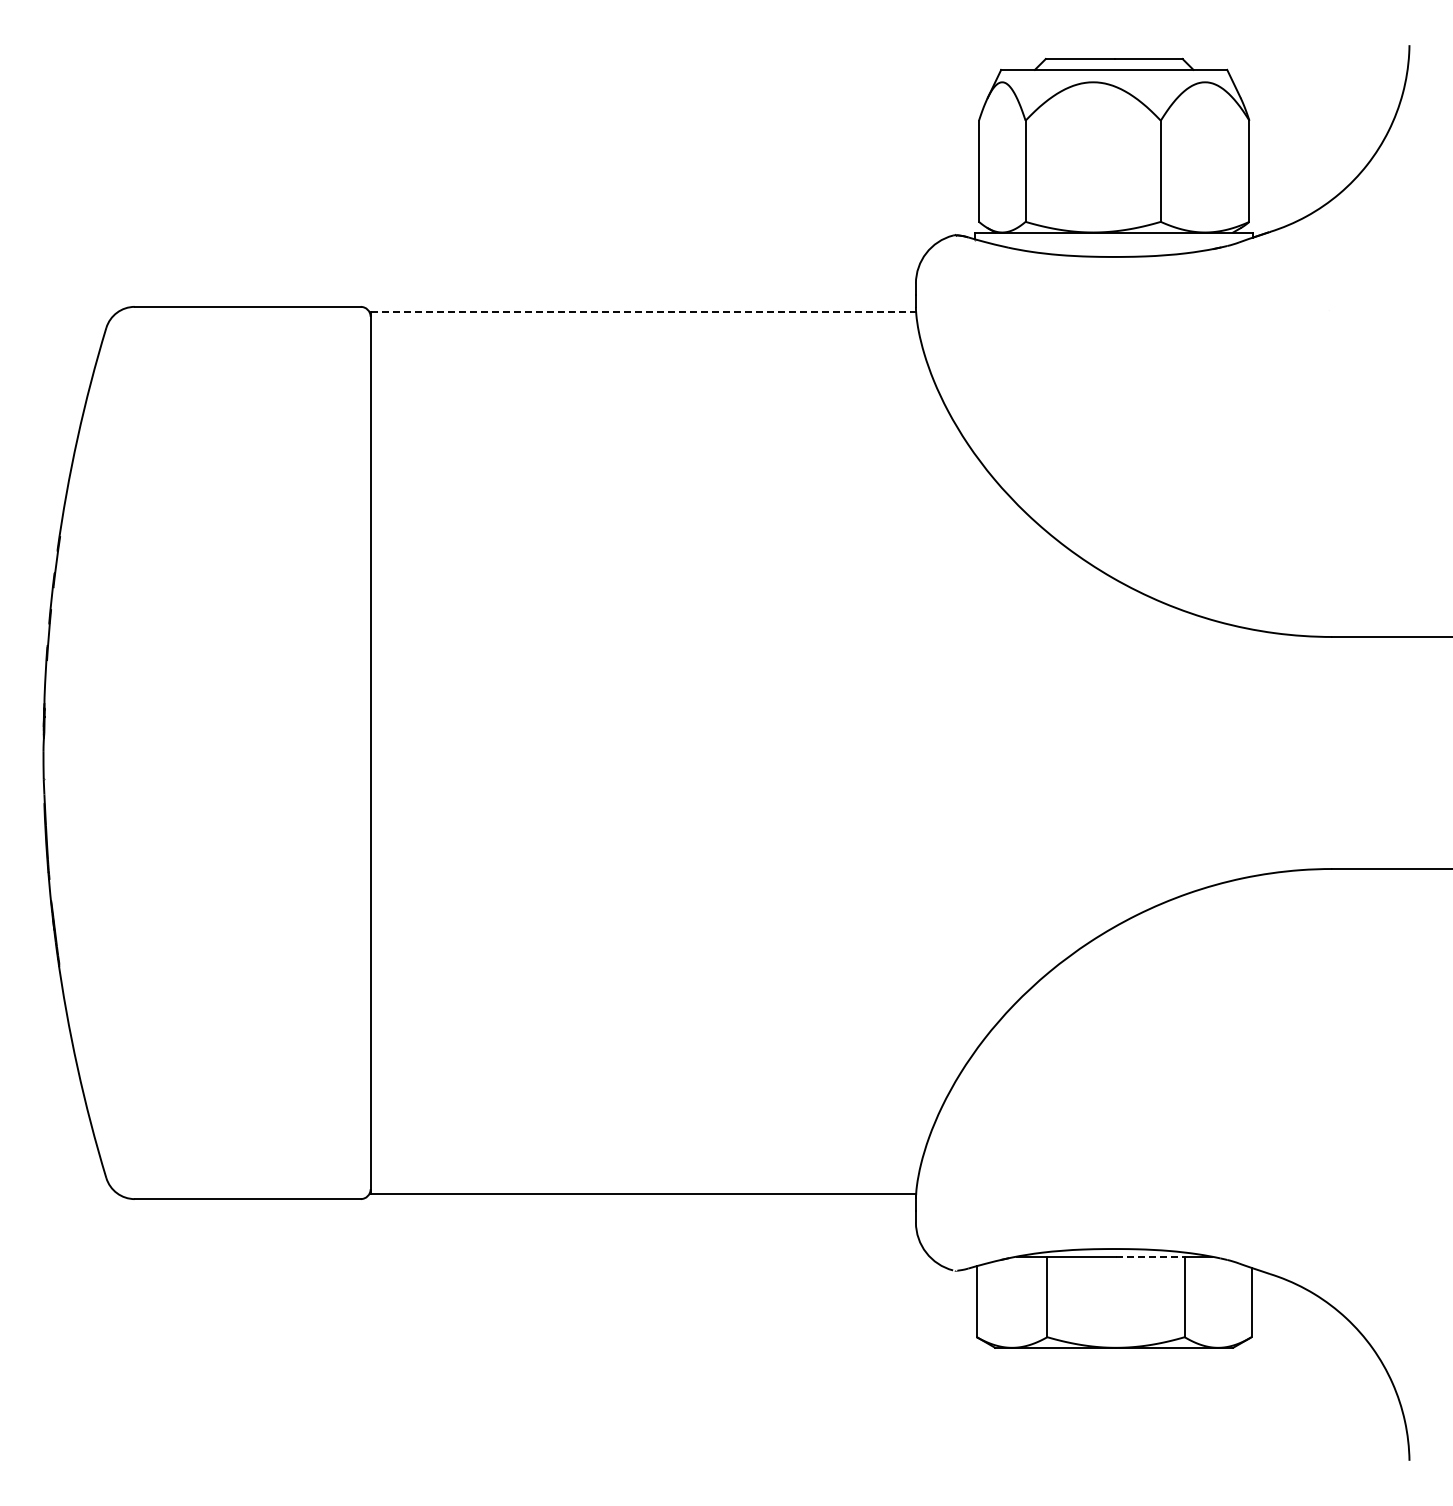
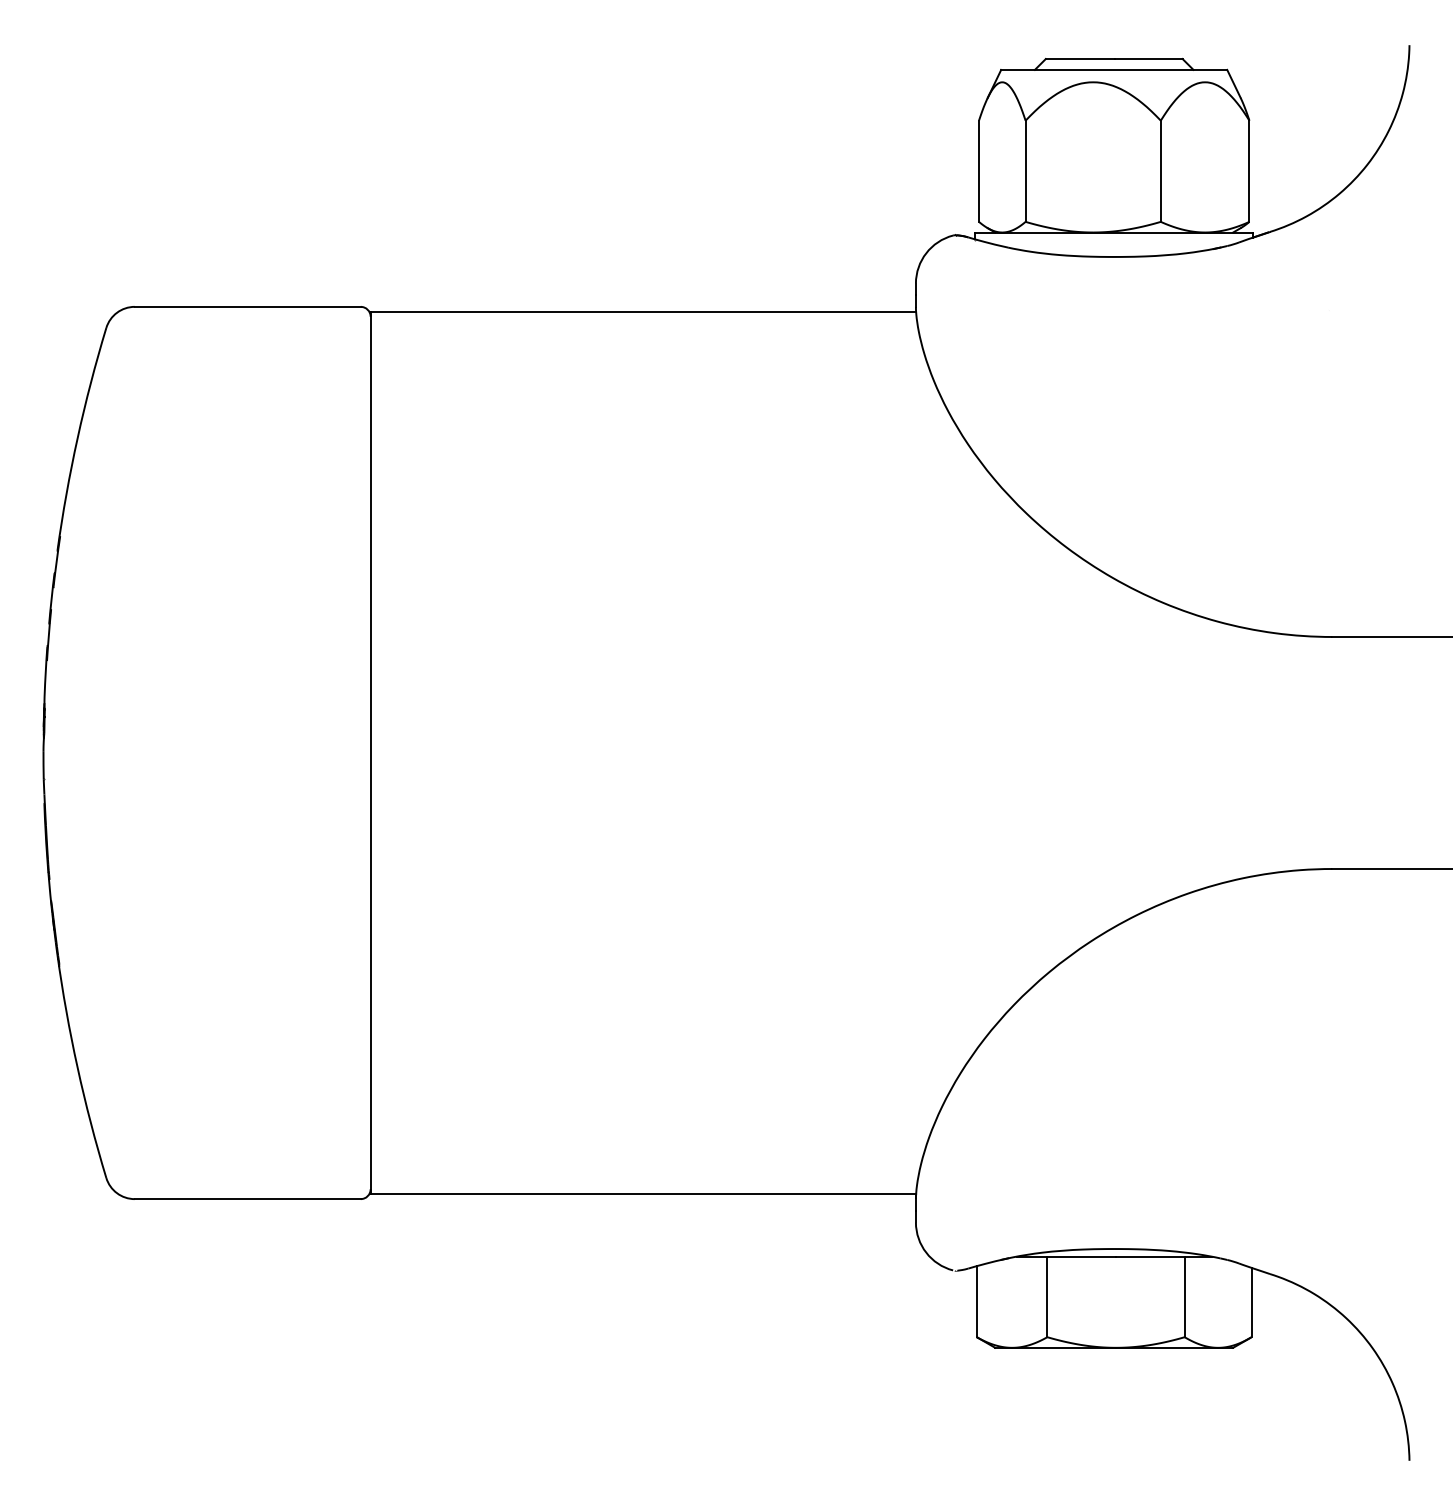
line at (643, 312): dashed -> solid
line at (1150, 1256): dashed -> solid
